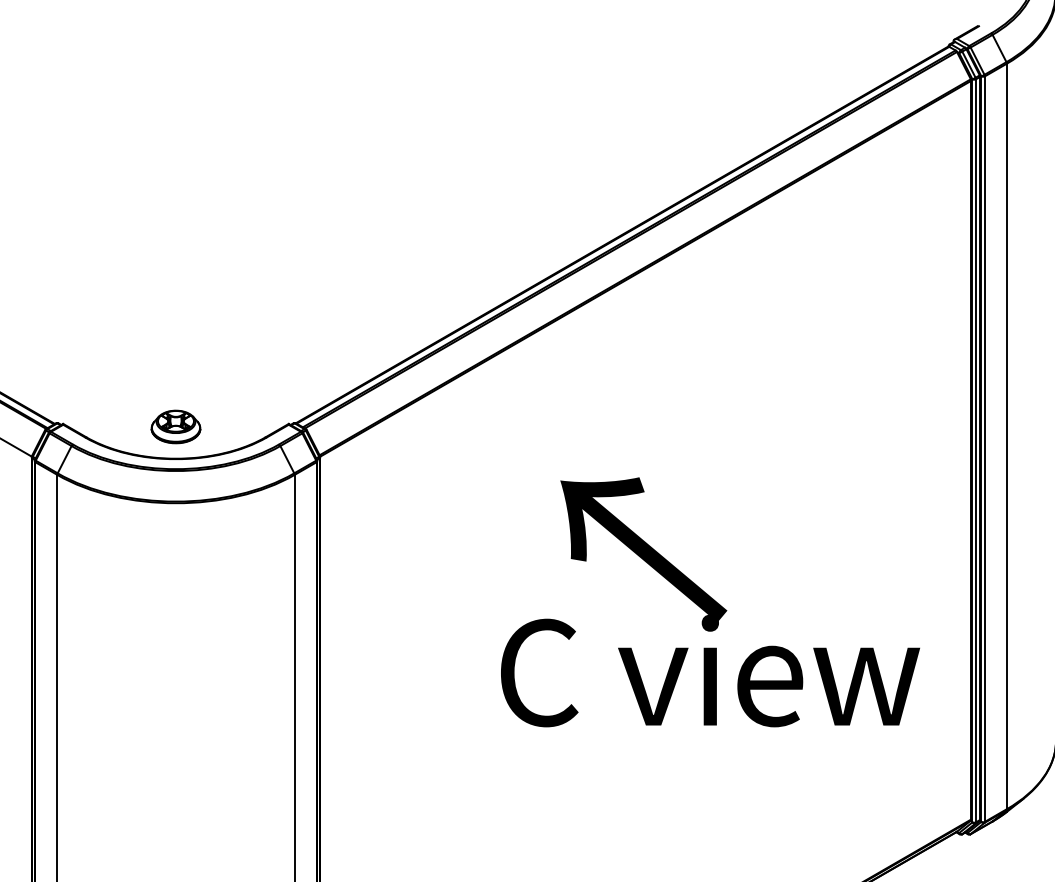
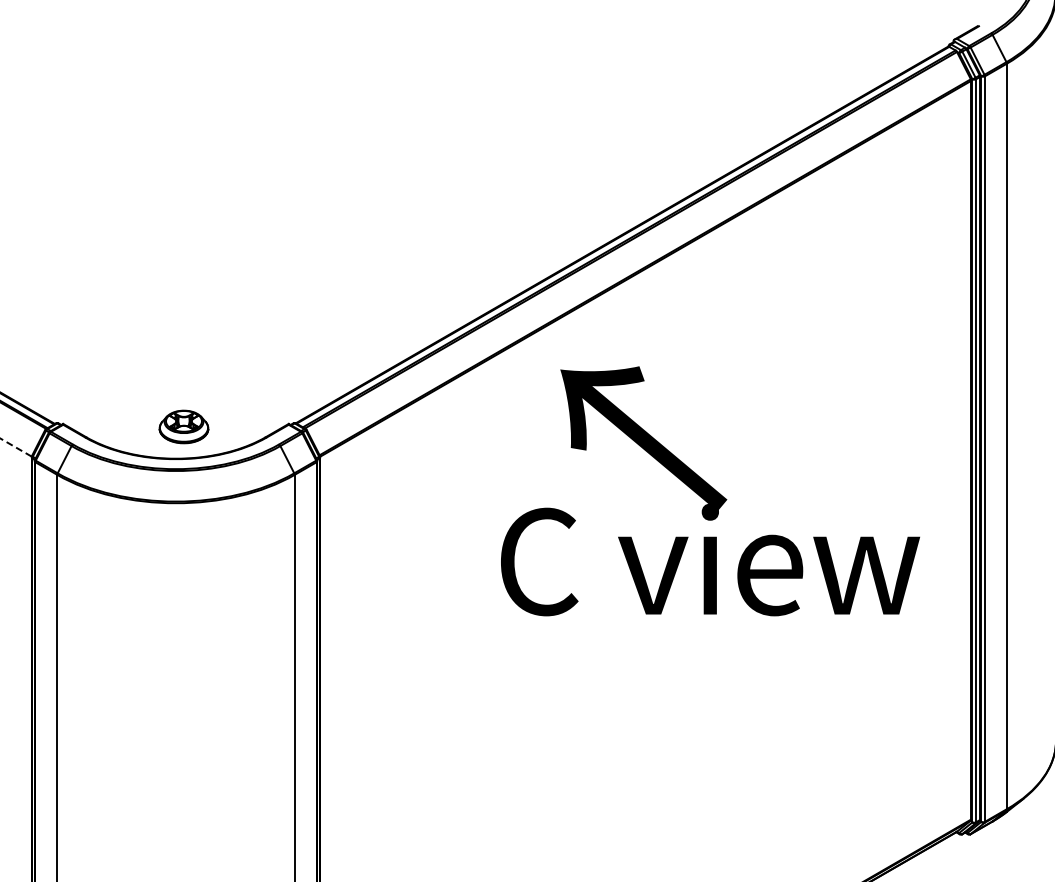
part at (175, 426) position: (175, 426) -> (183, 426)
line at (16, 447): solid -> dashed
text at (710, 602) position: (710, 602) -> (710, 491)
